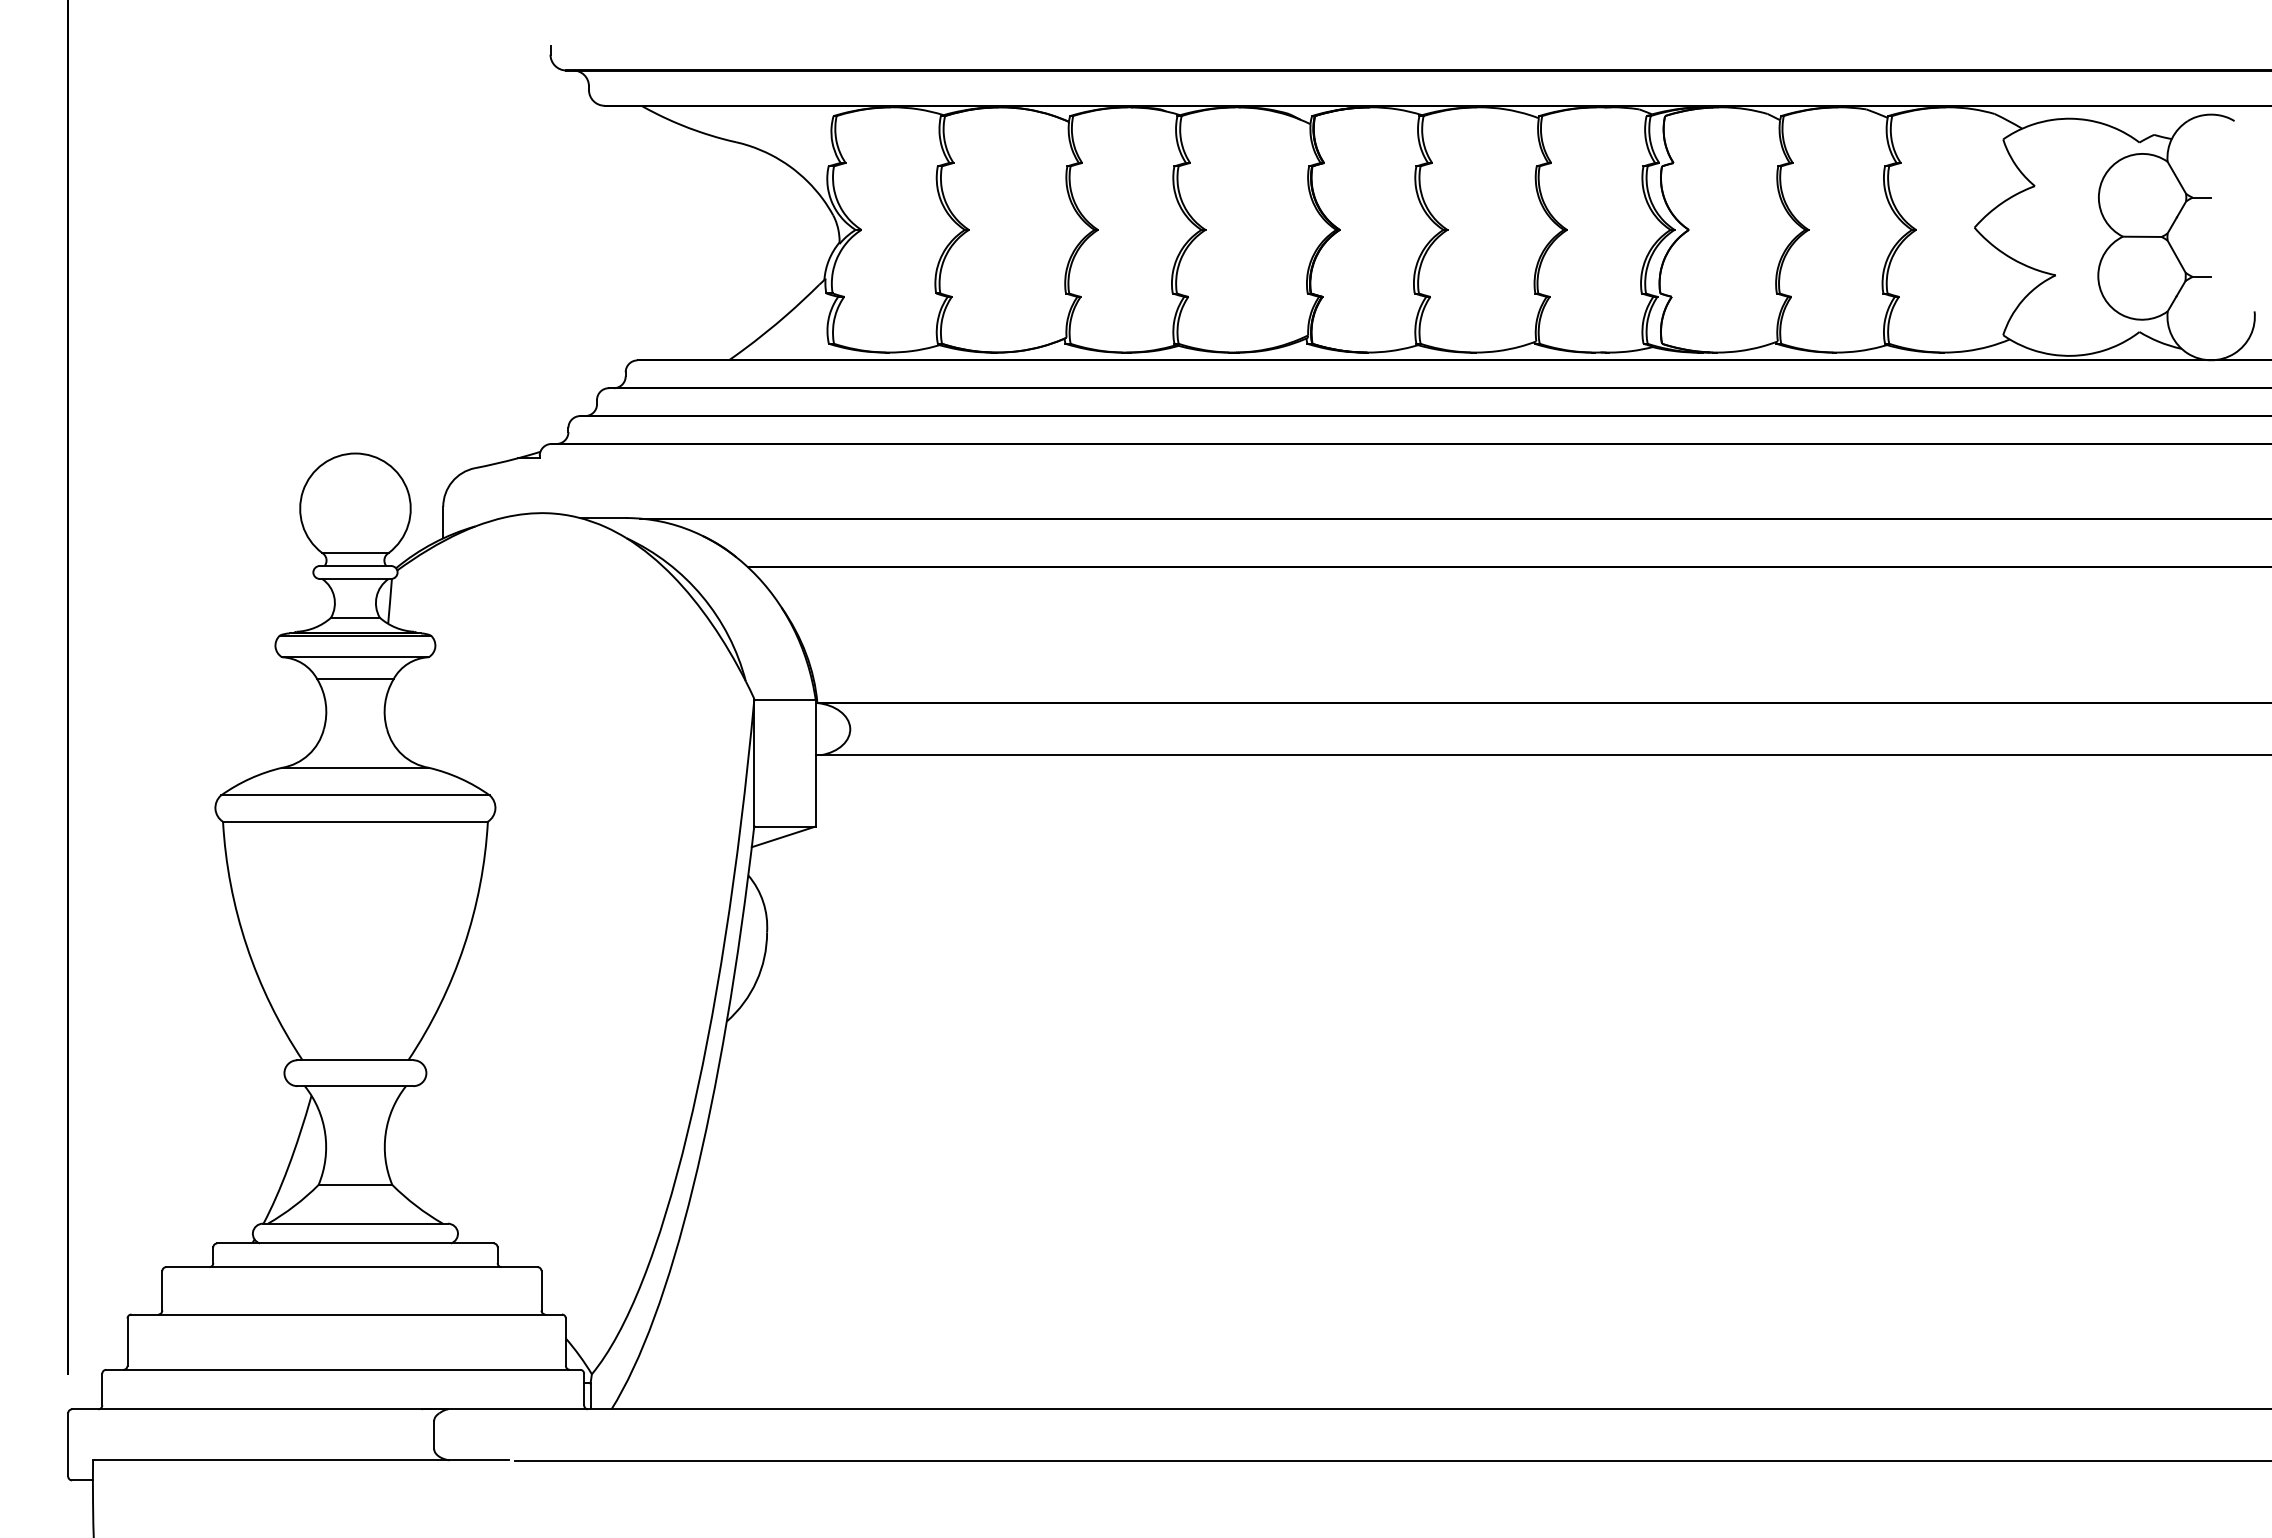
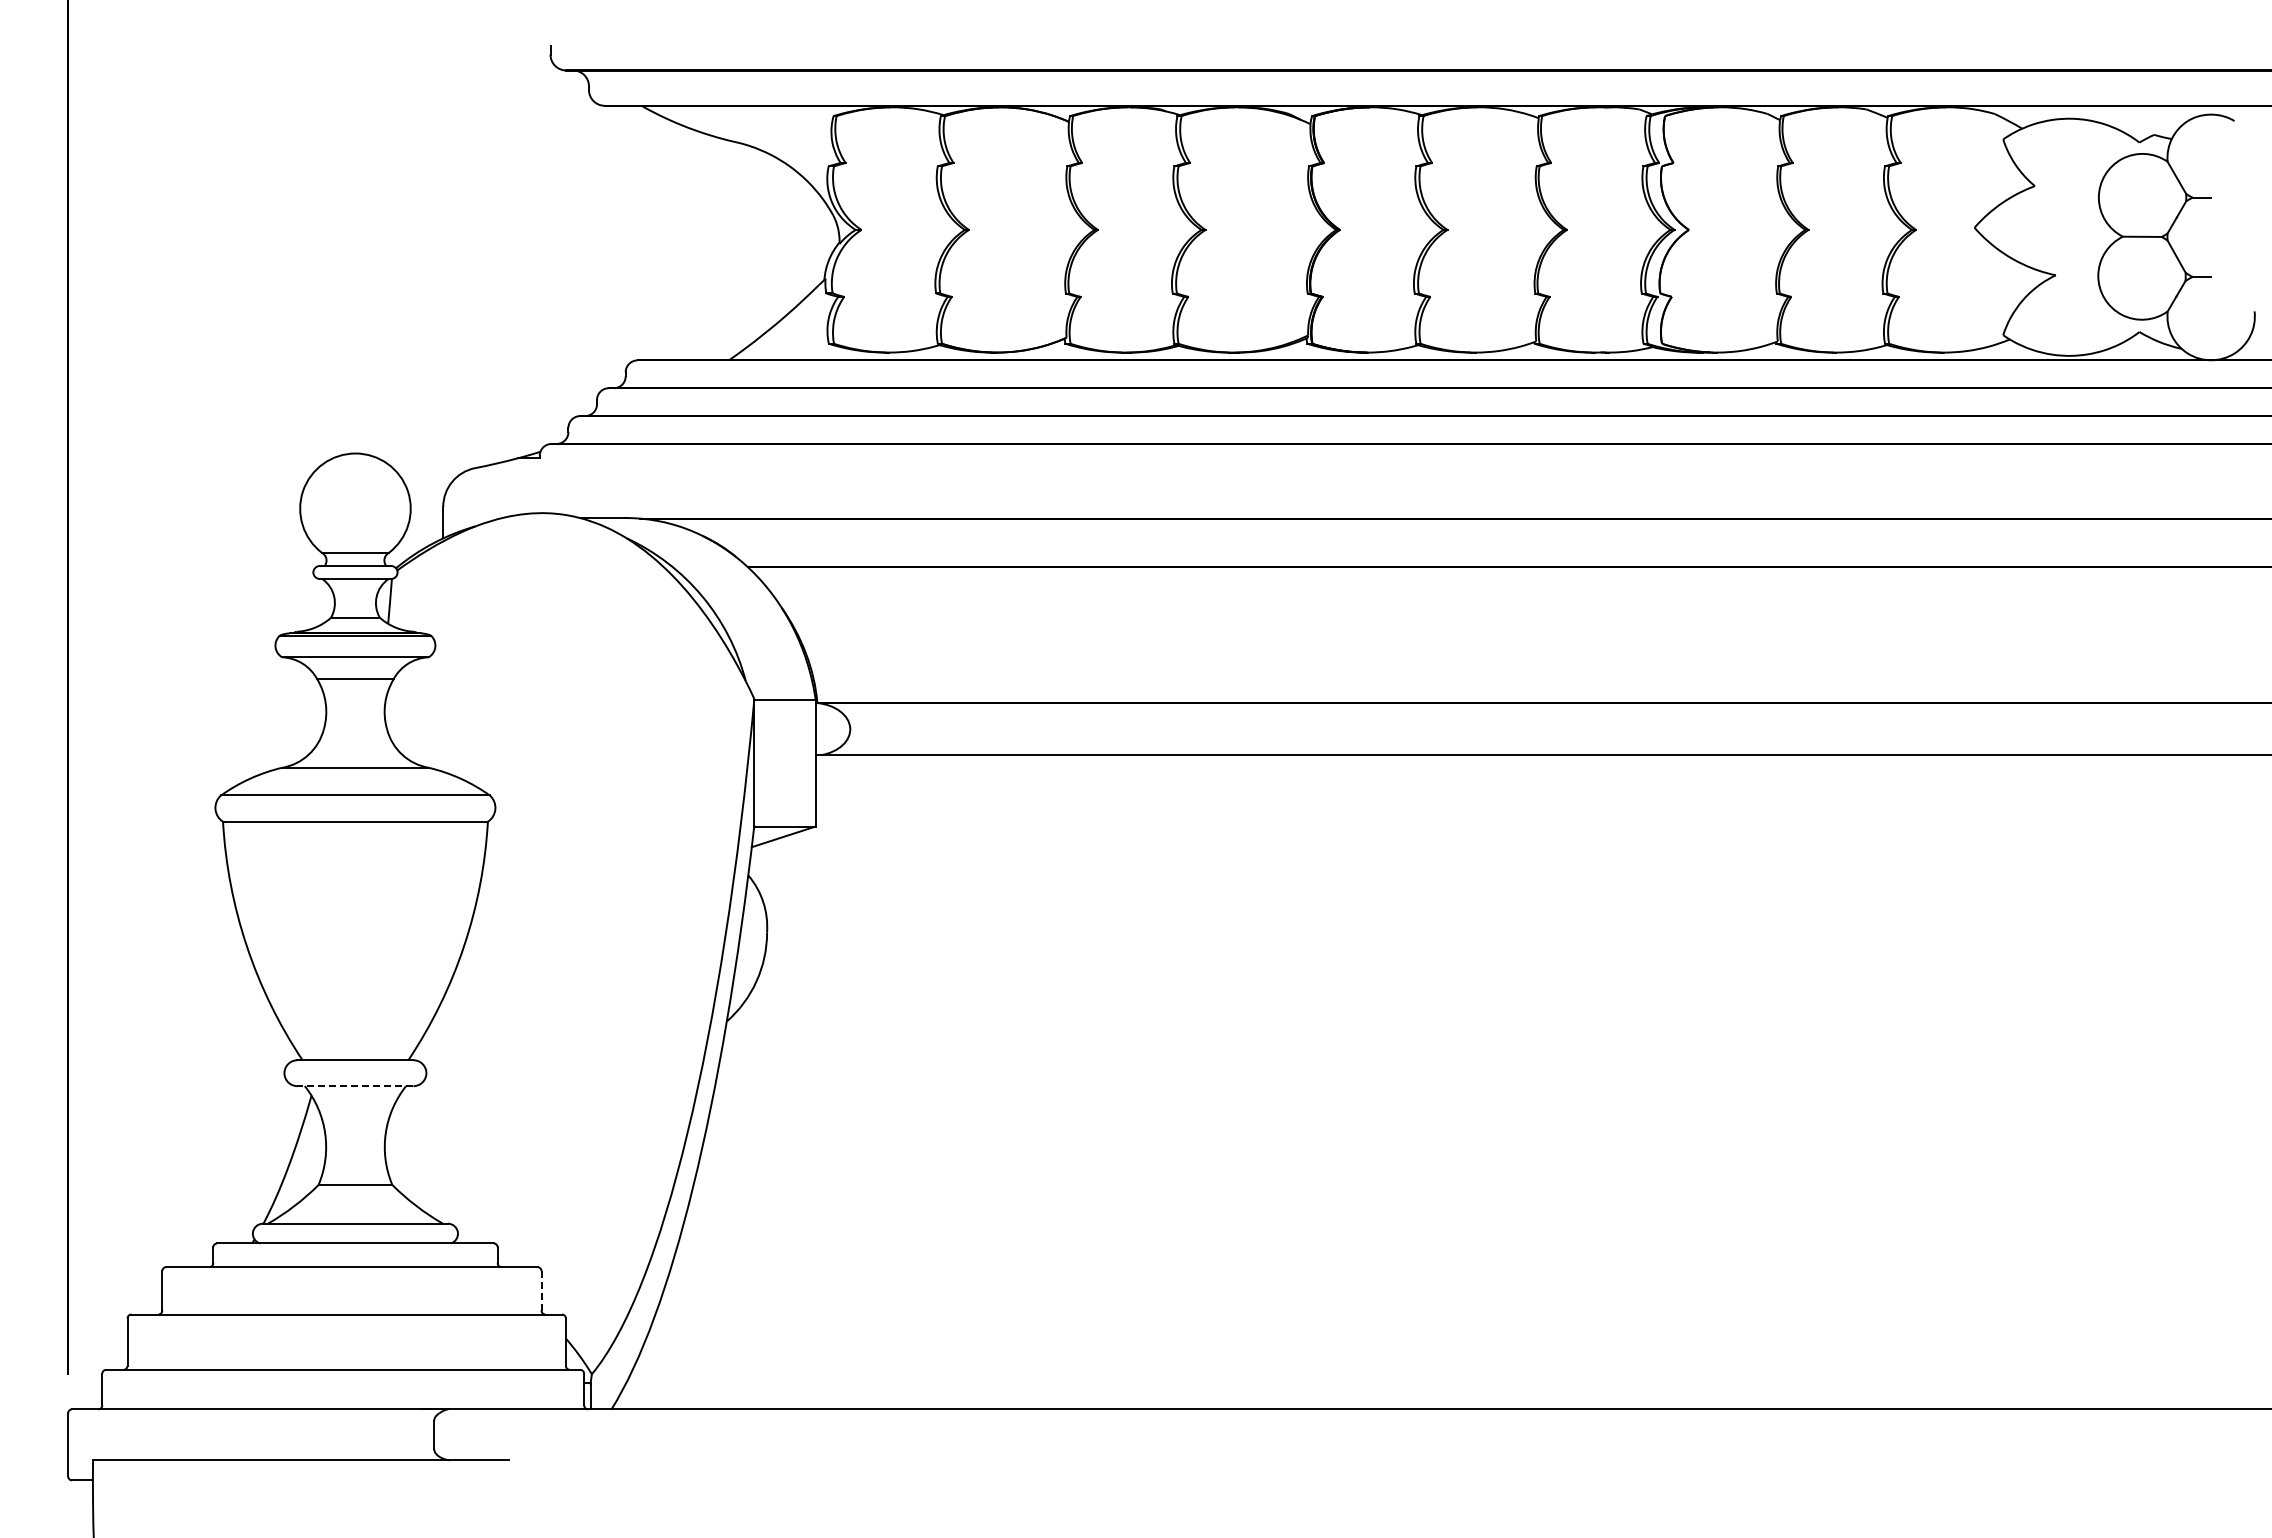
line at (354, 1086): solid -> dashed
line at (541, 1290): solid -> dashed
line at (1391, 1460): present -> none
